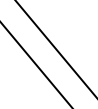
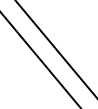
line at (36, 64) position: (36, 64) -> (40, 59)
